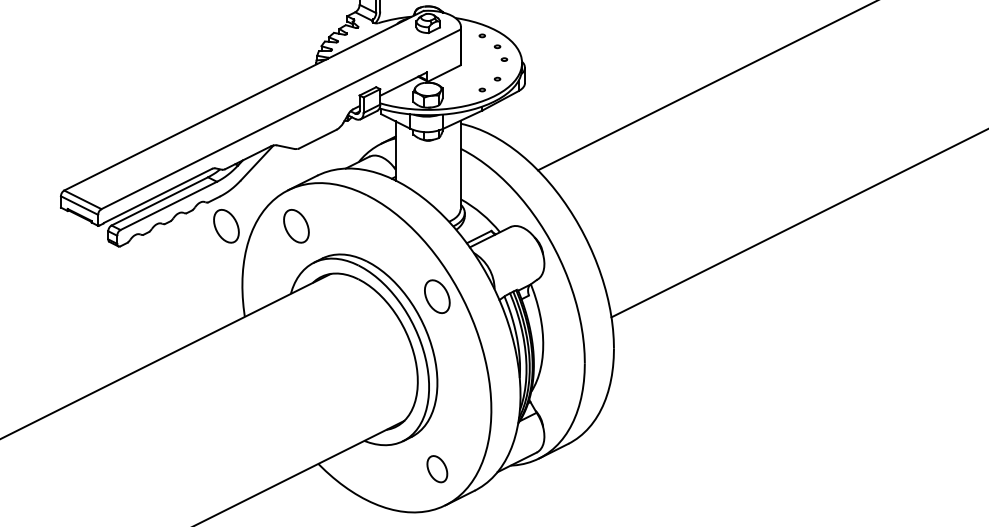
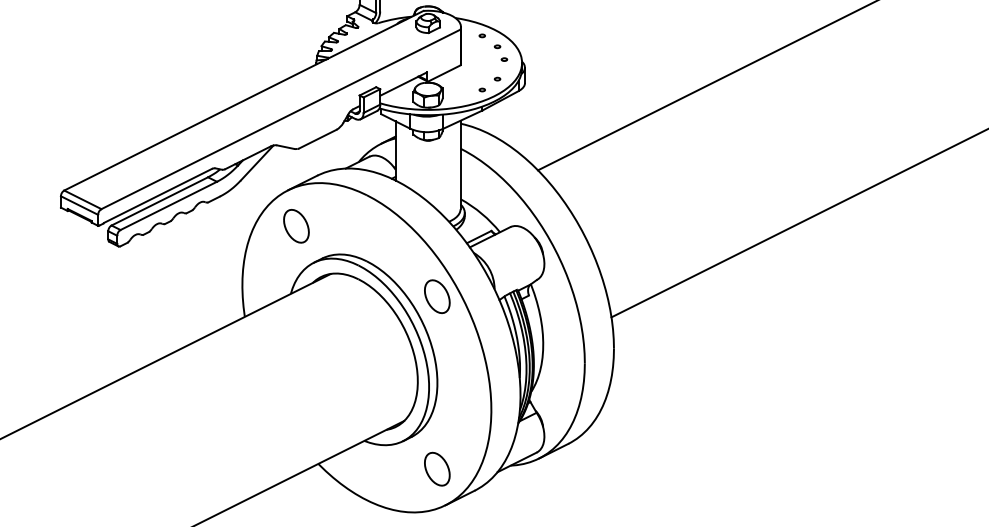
part at (226, 226): present -> none
part at (437, 469) size: 23x29 px -> 27x36 px
